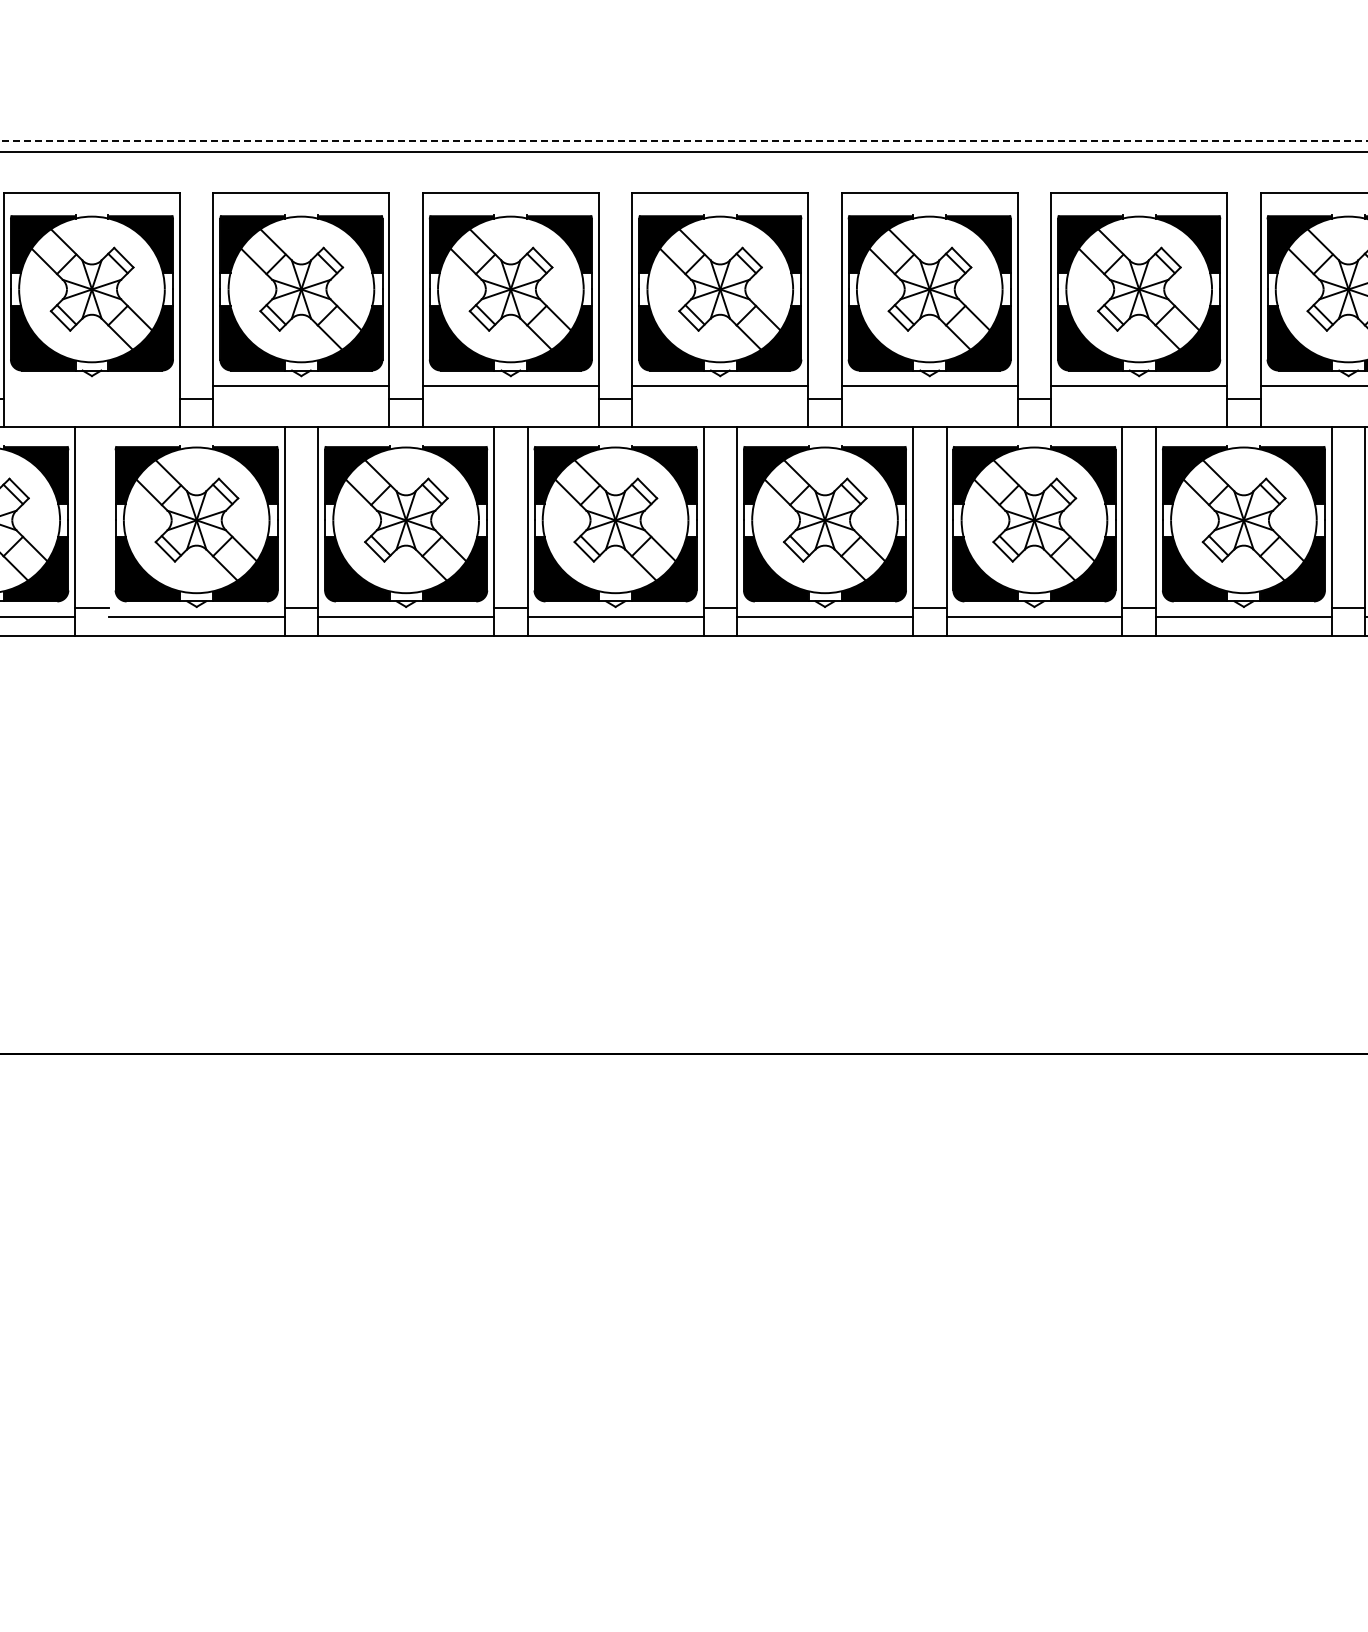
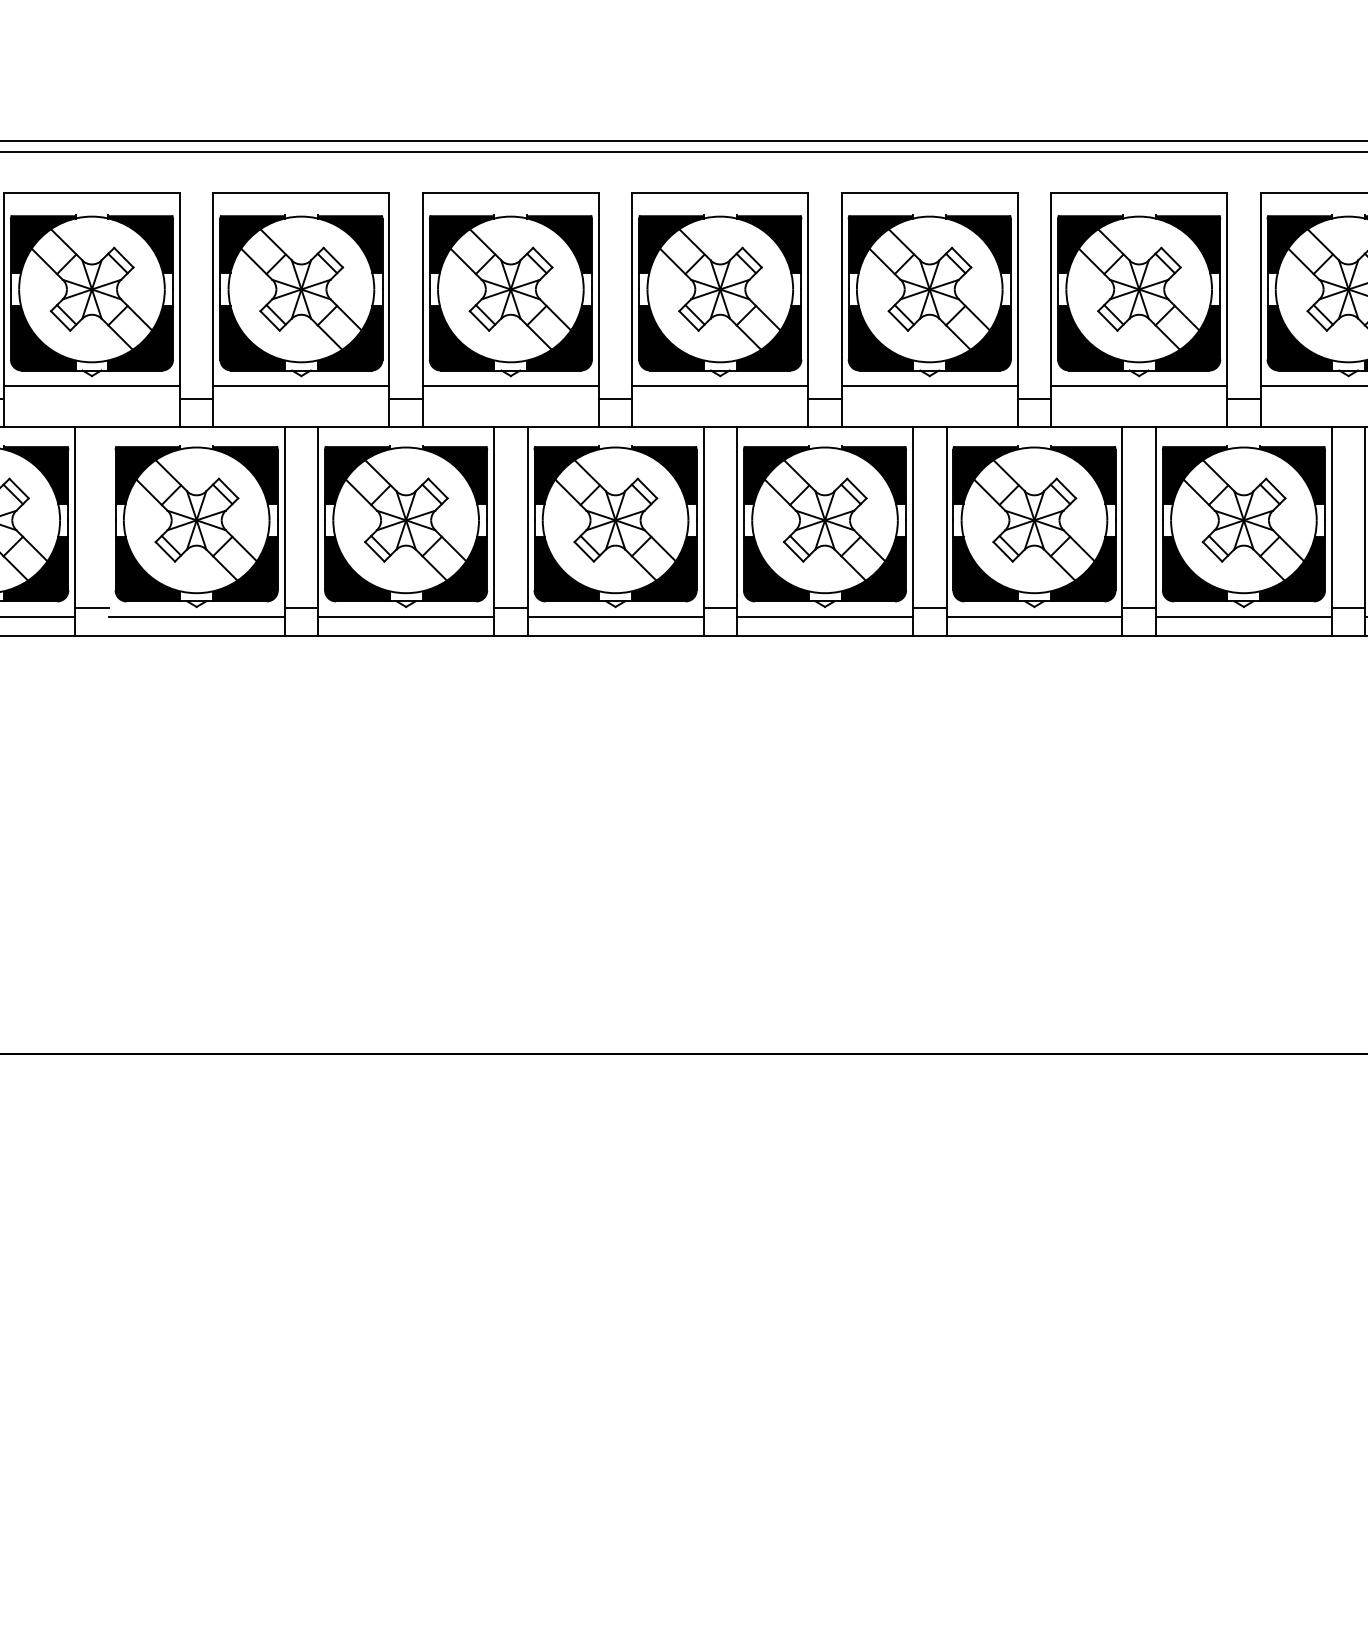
line at (684, 141): dashed -> solid
line at (91, 385): none -> present
